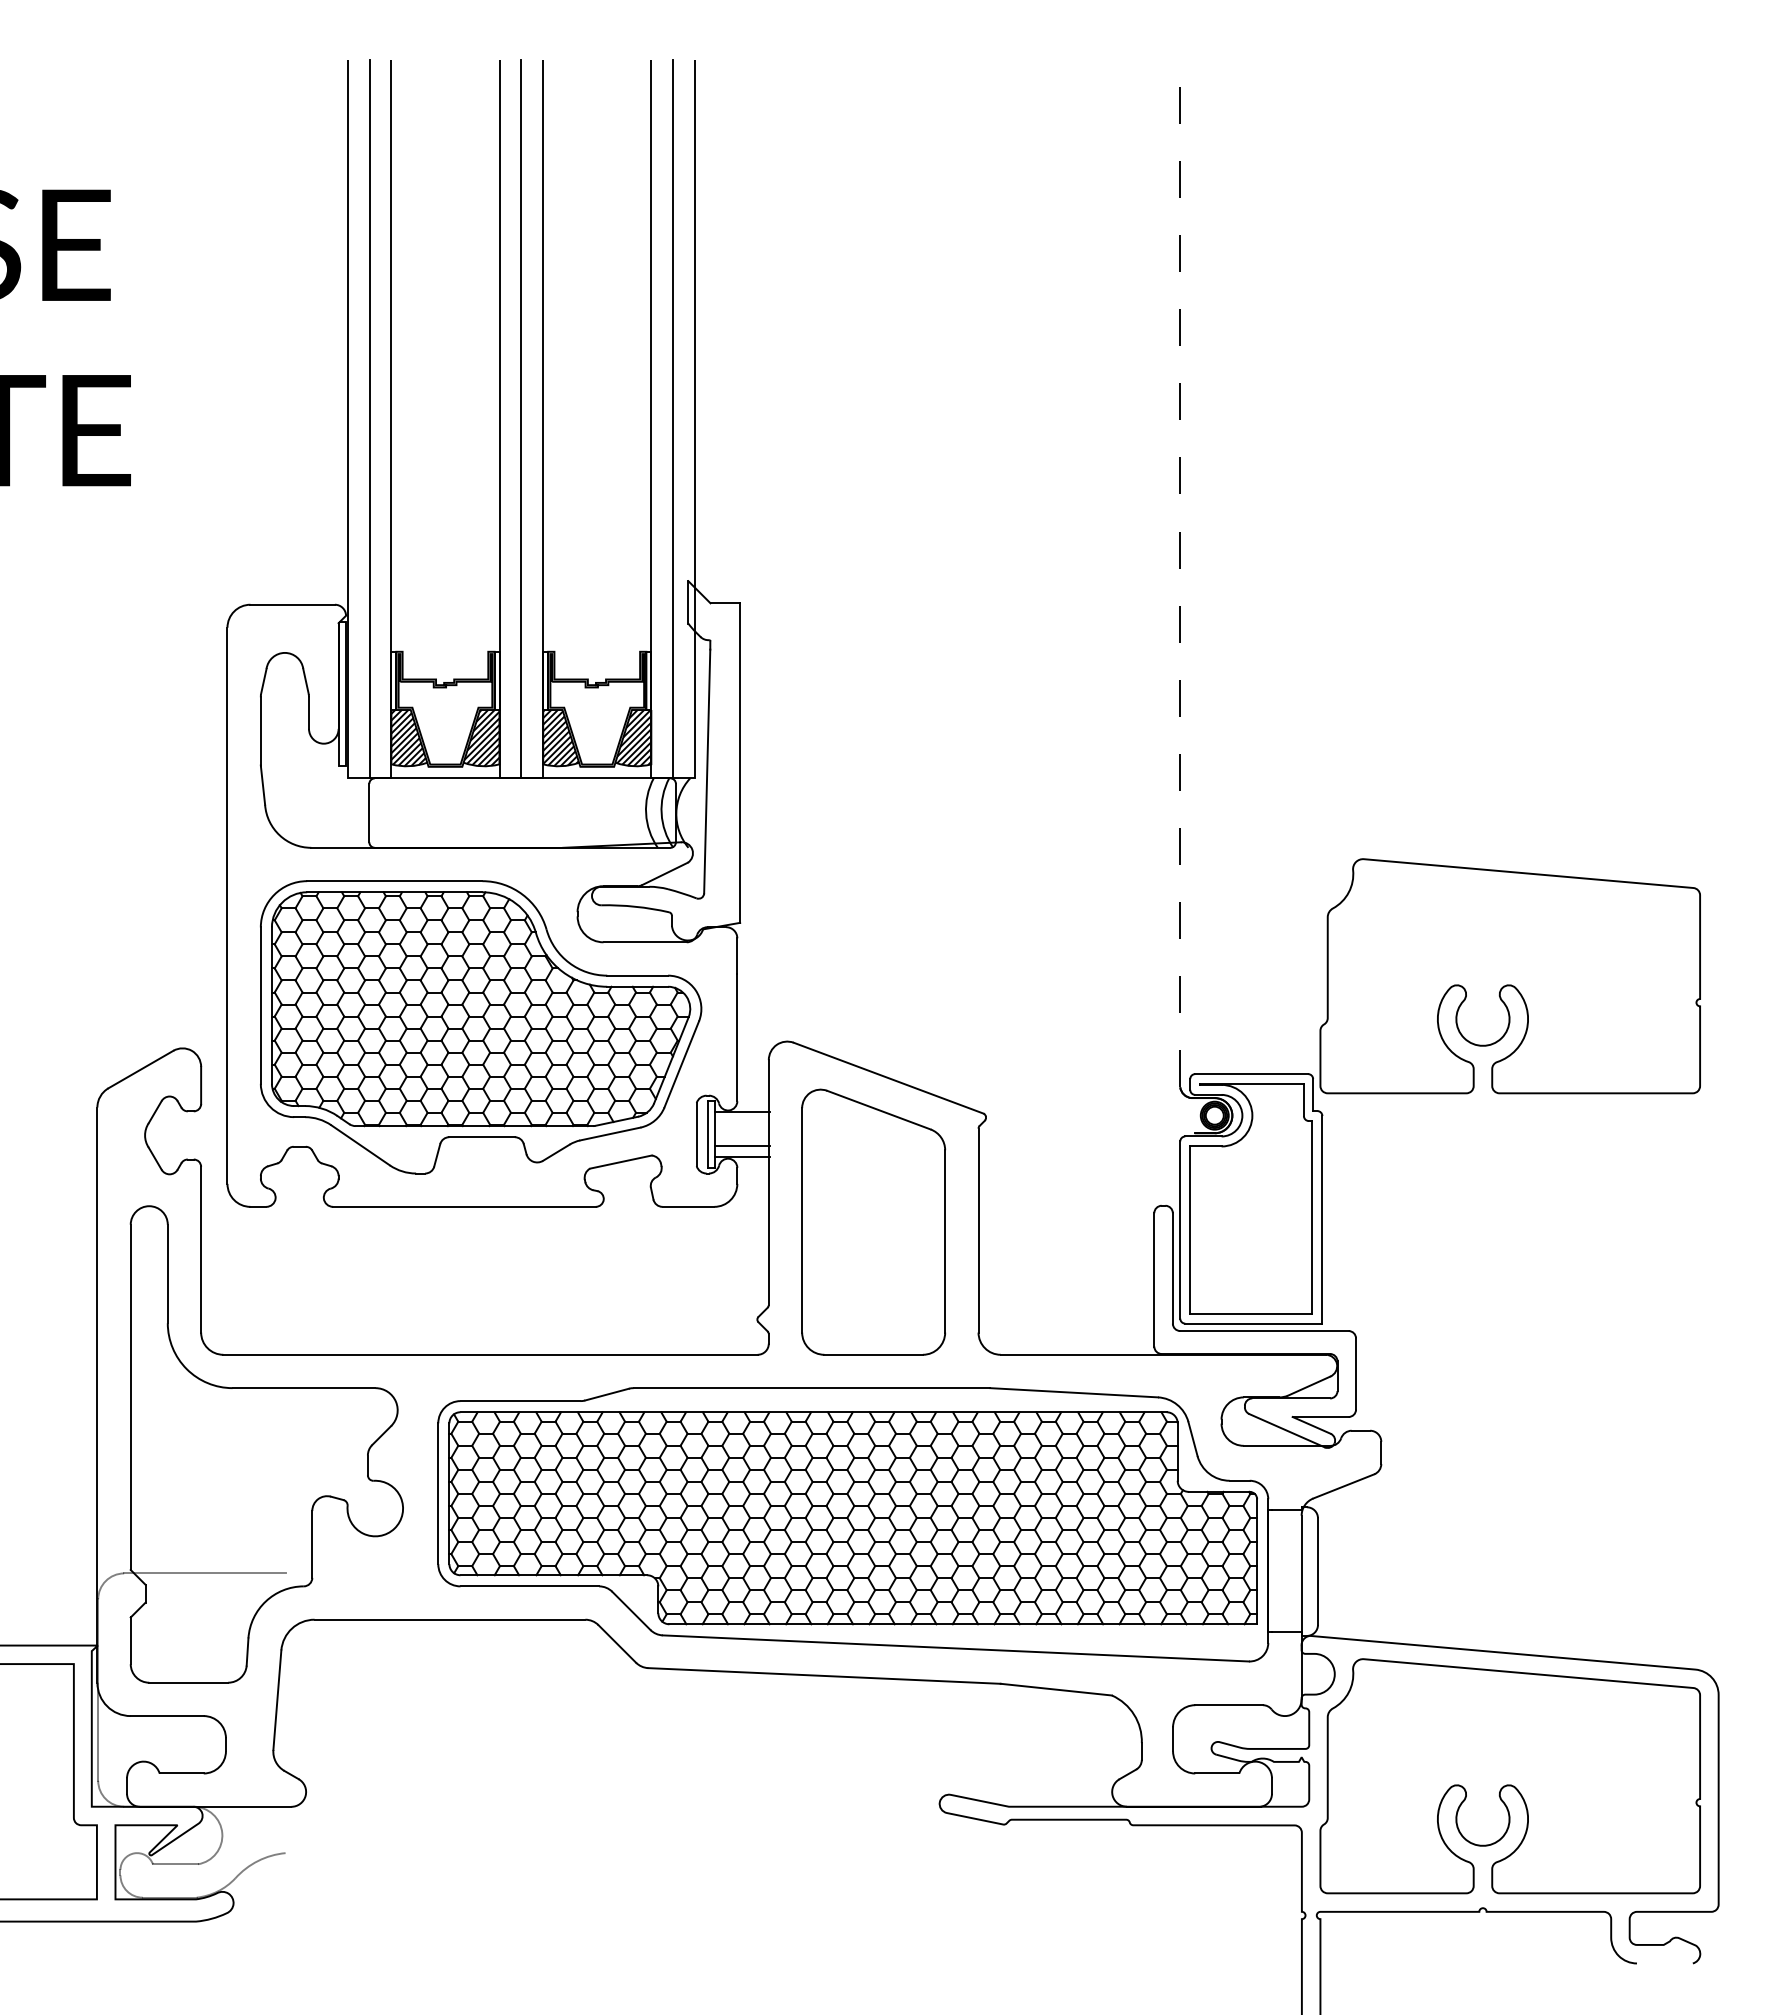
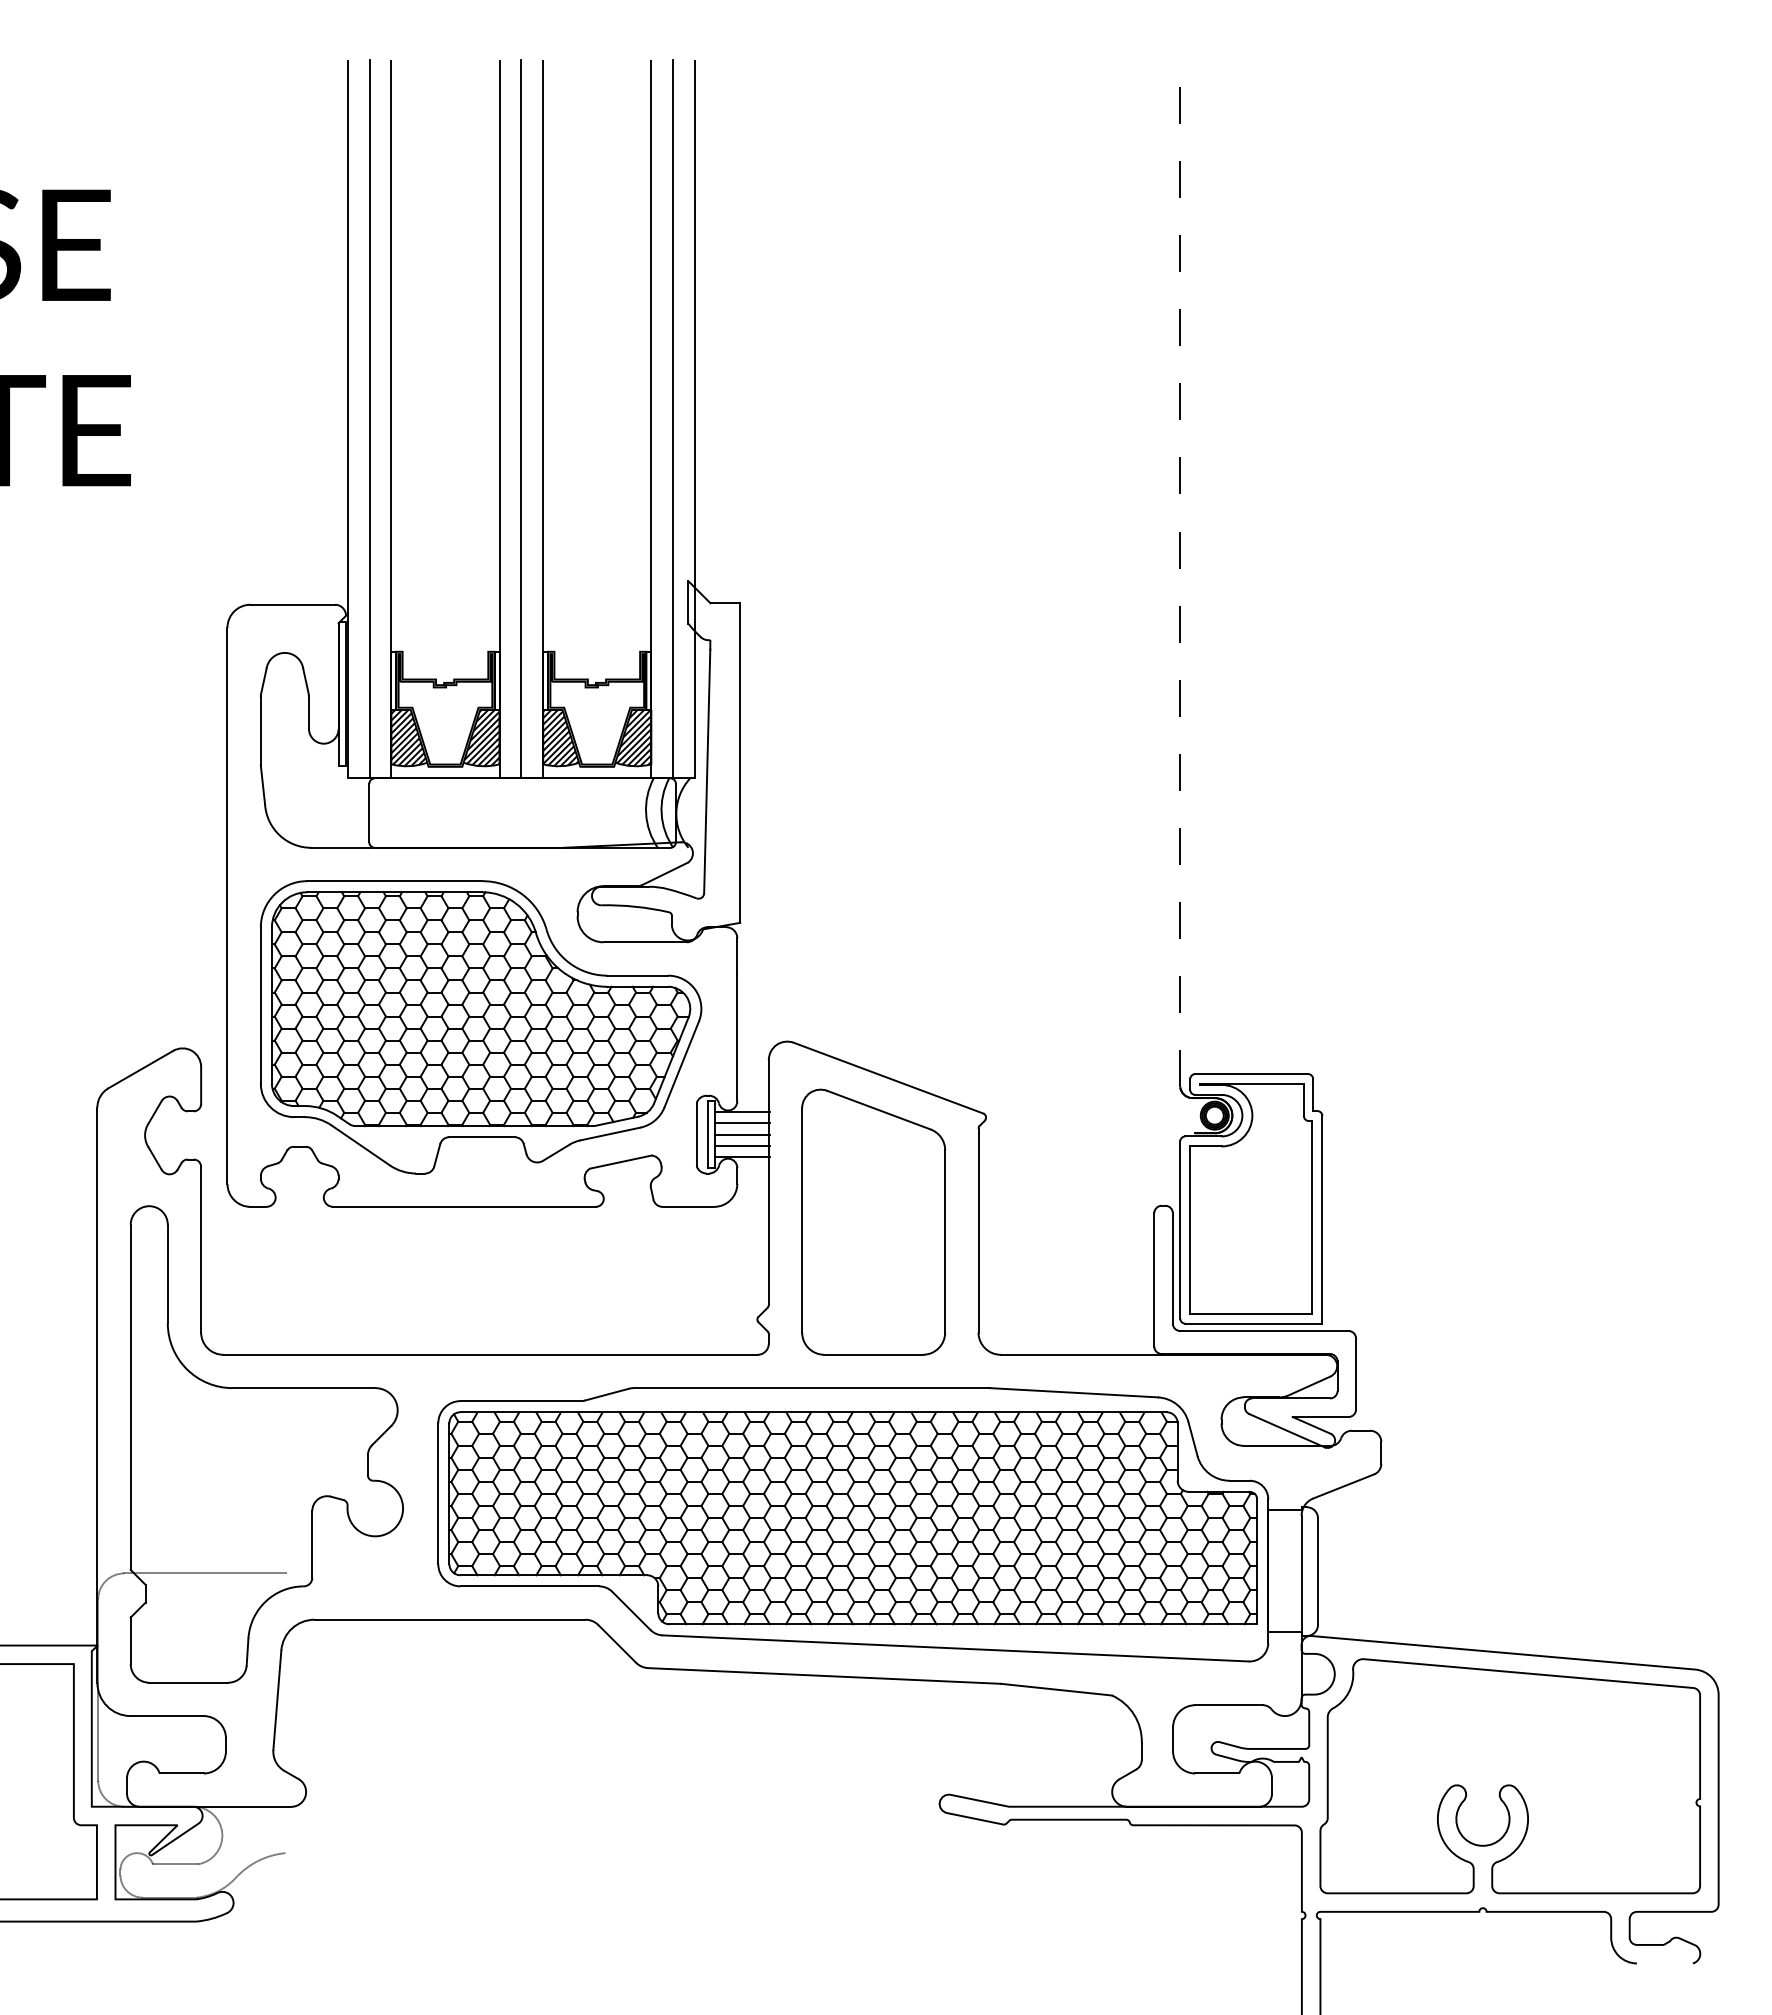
part at (1509, 976): present -> none
line at (742, 1123): none -> present
line at (742, 1134): none -> present
